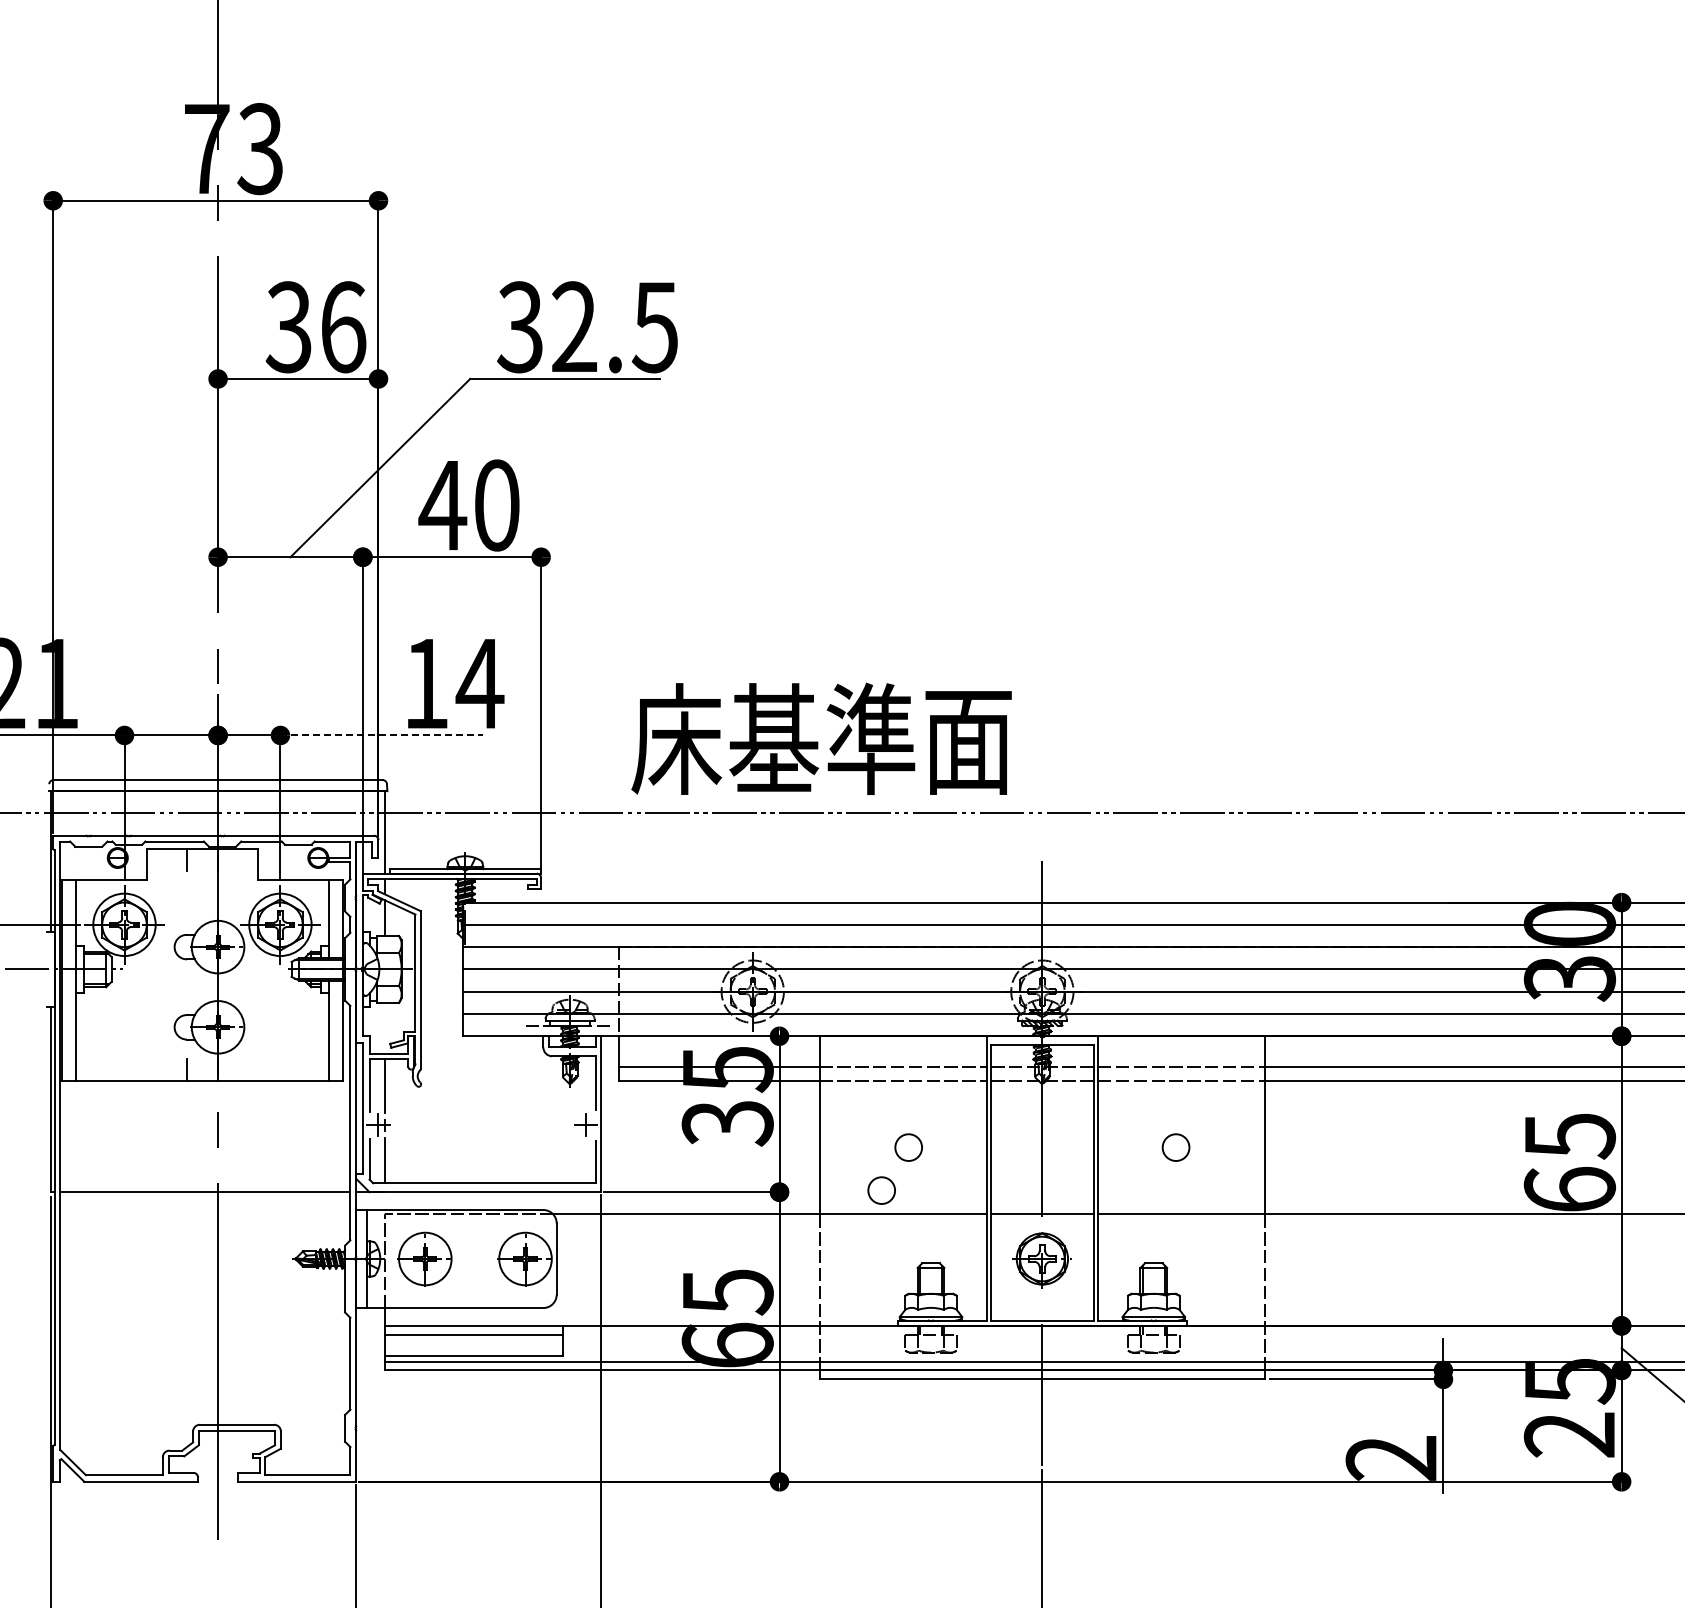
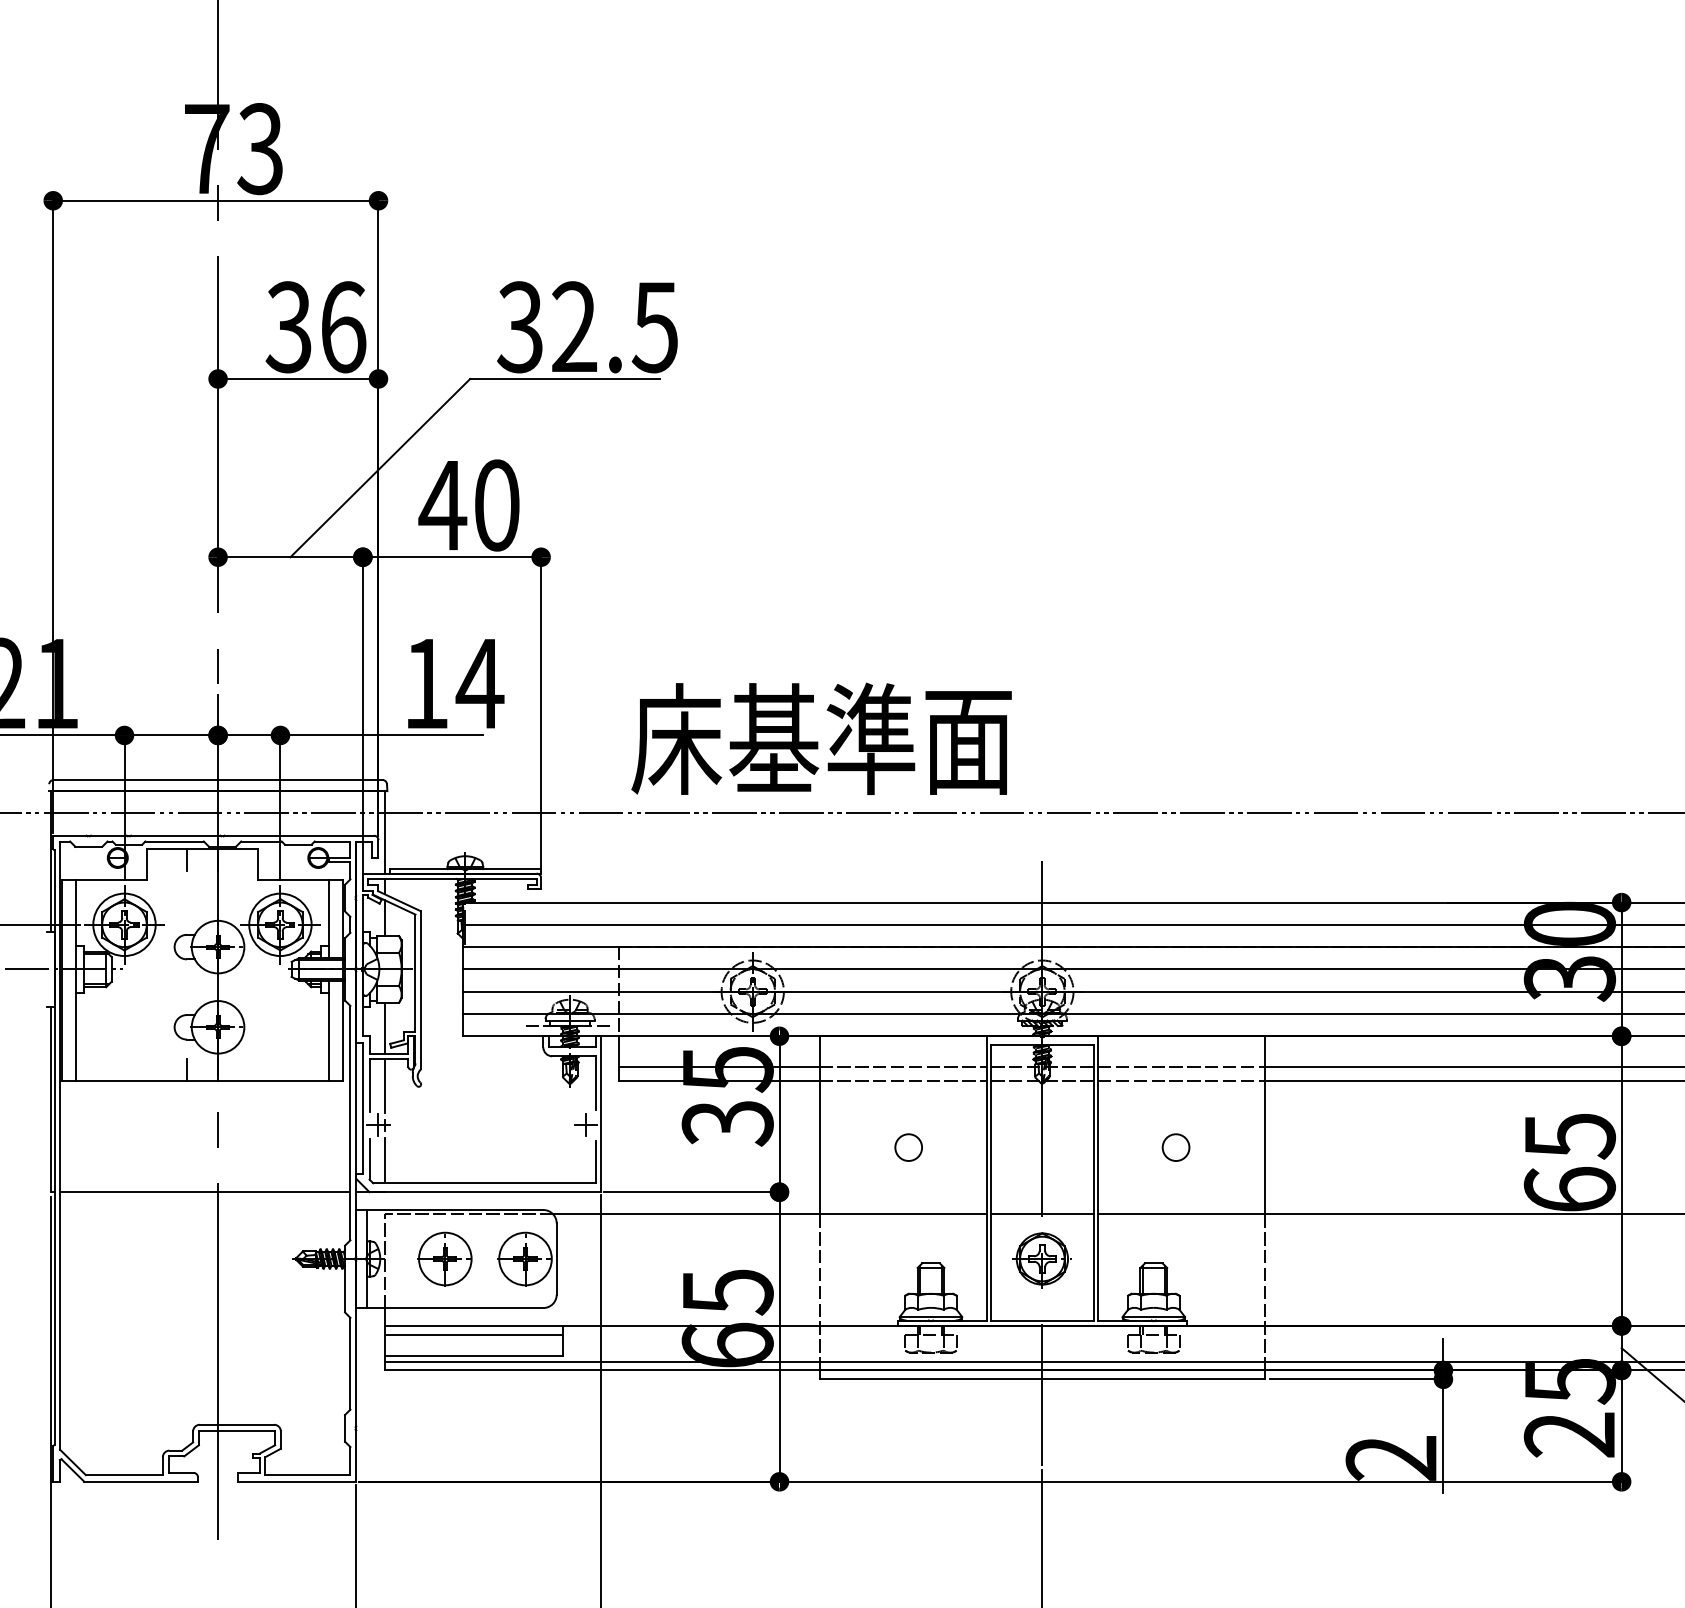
line at (382, 735): dashed -> solid
line at (385, 1028): none -> present
circle at (881, 1190): present -> none
part at (424, 1258) position: (424, 1258) -> (444, 1258)
